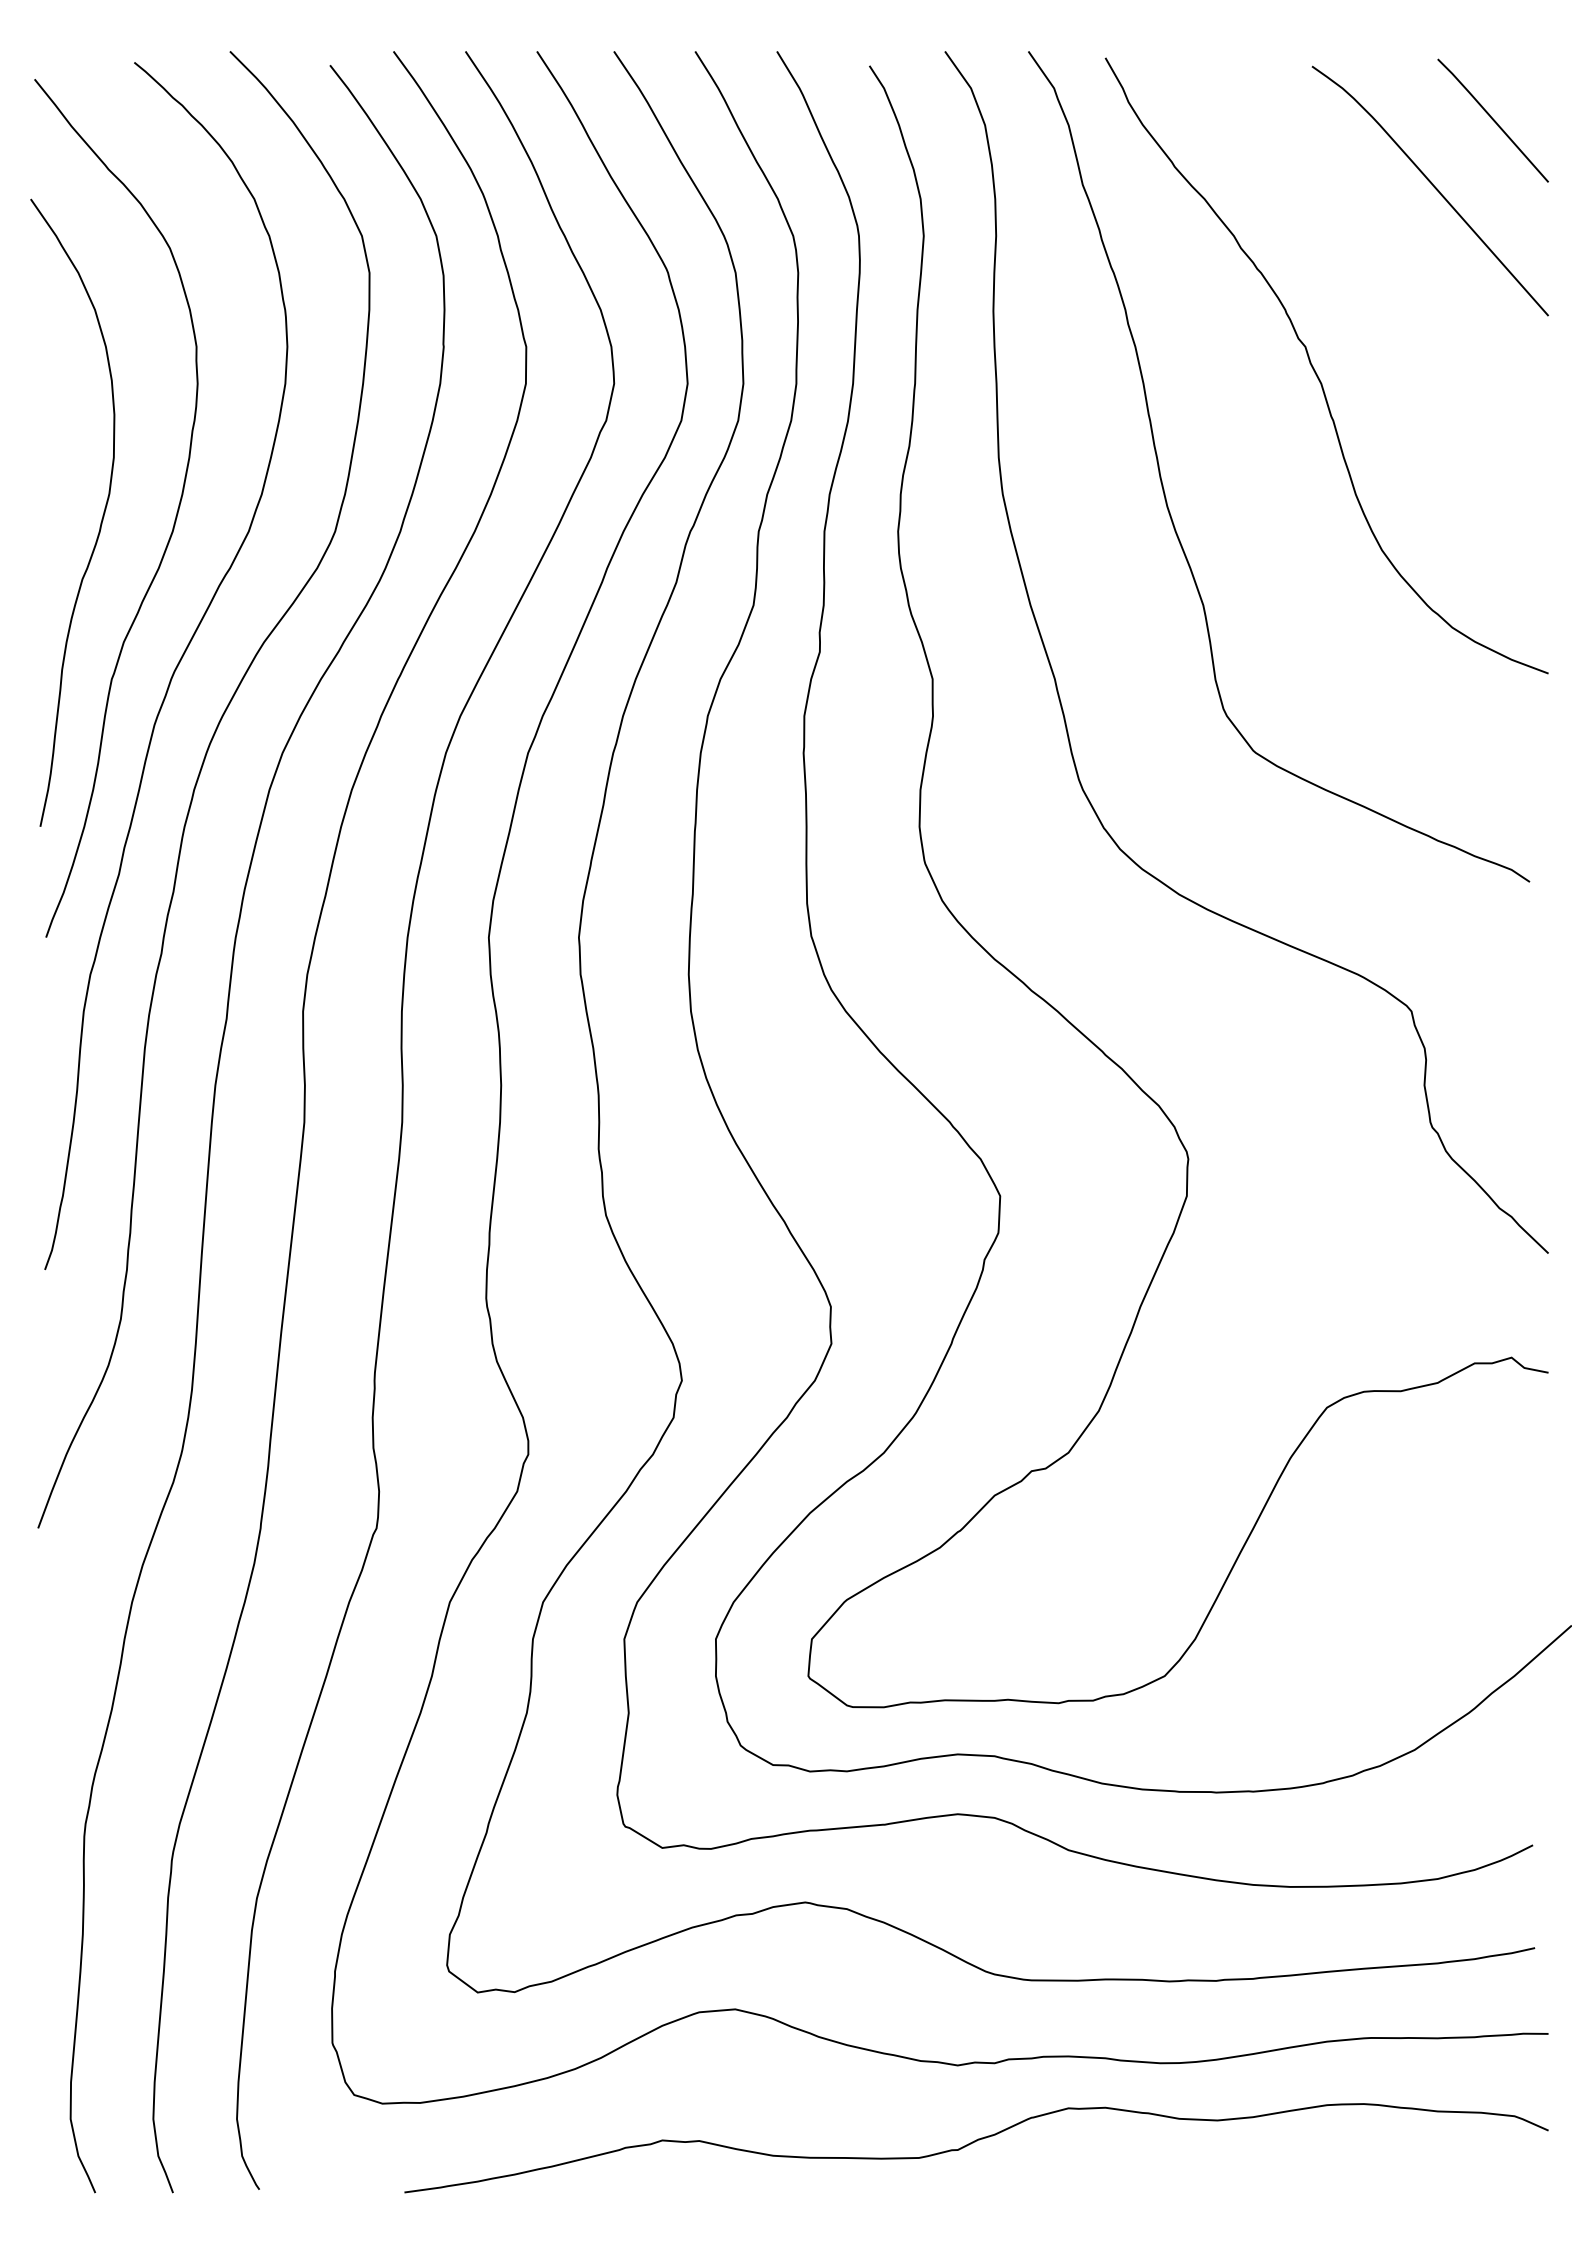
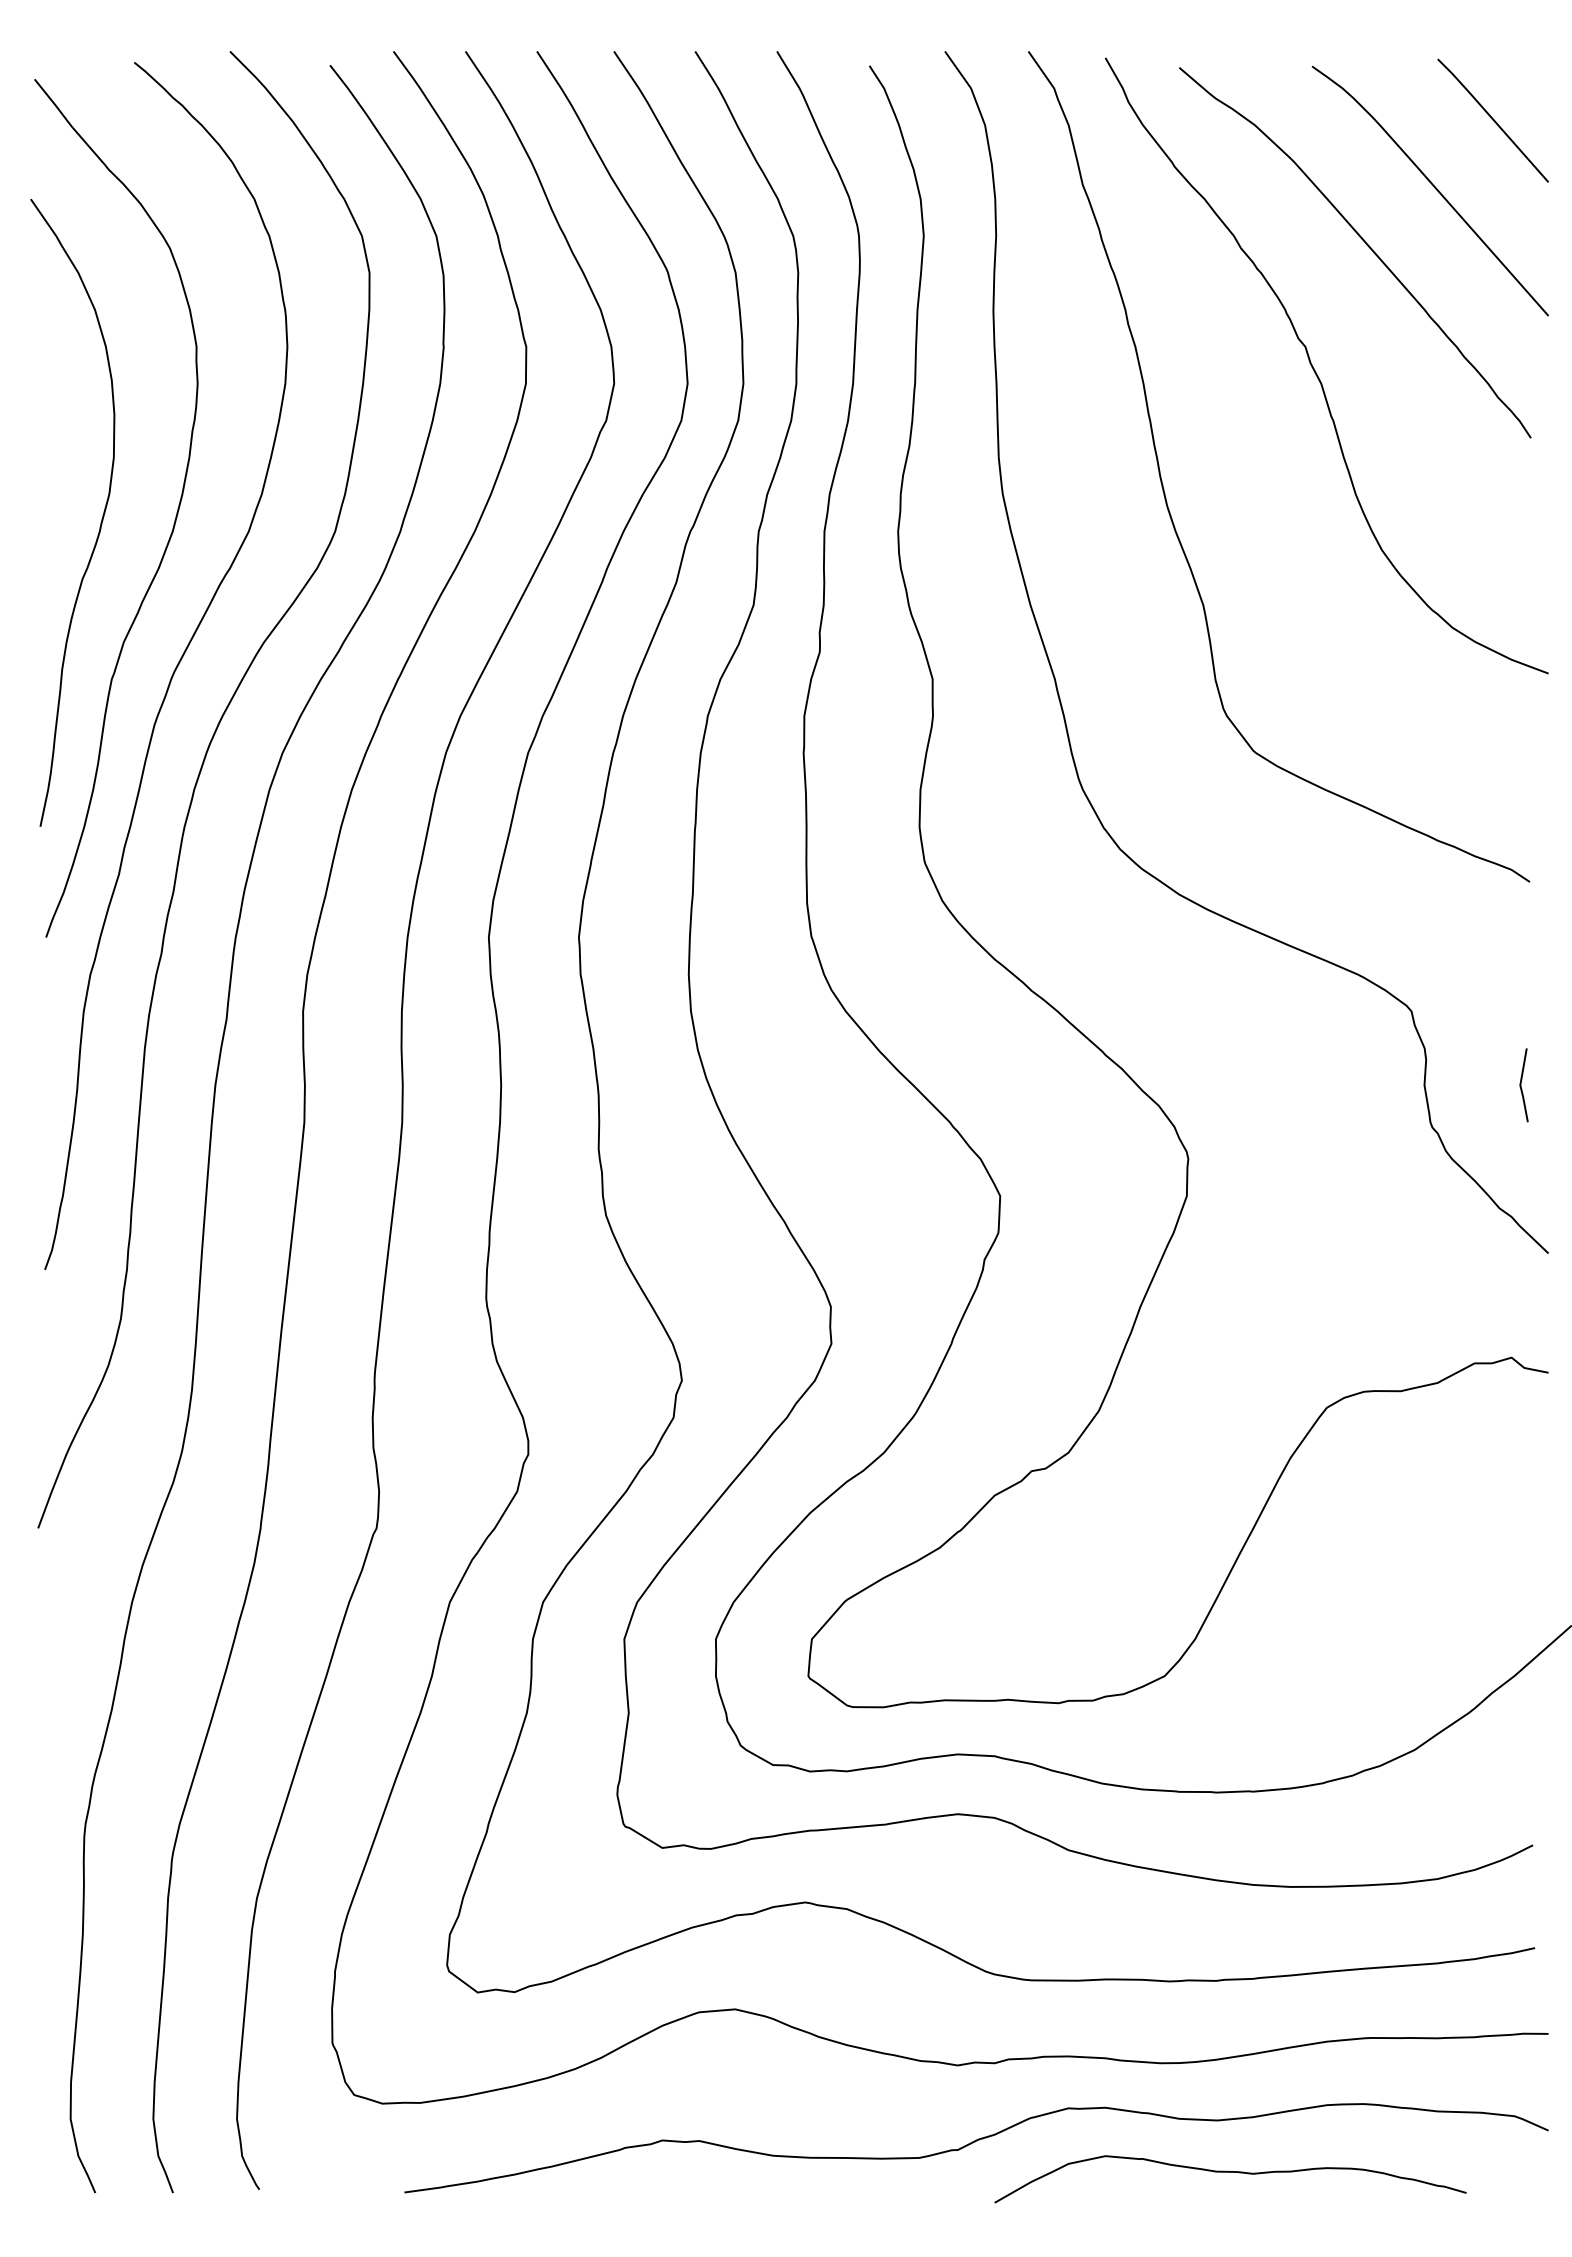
curve at (1366, 245): none -> present
line at (1521, 1085): none -> present
curve at (1230, 2172): none -> present
